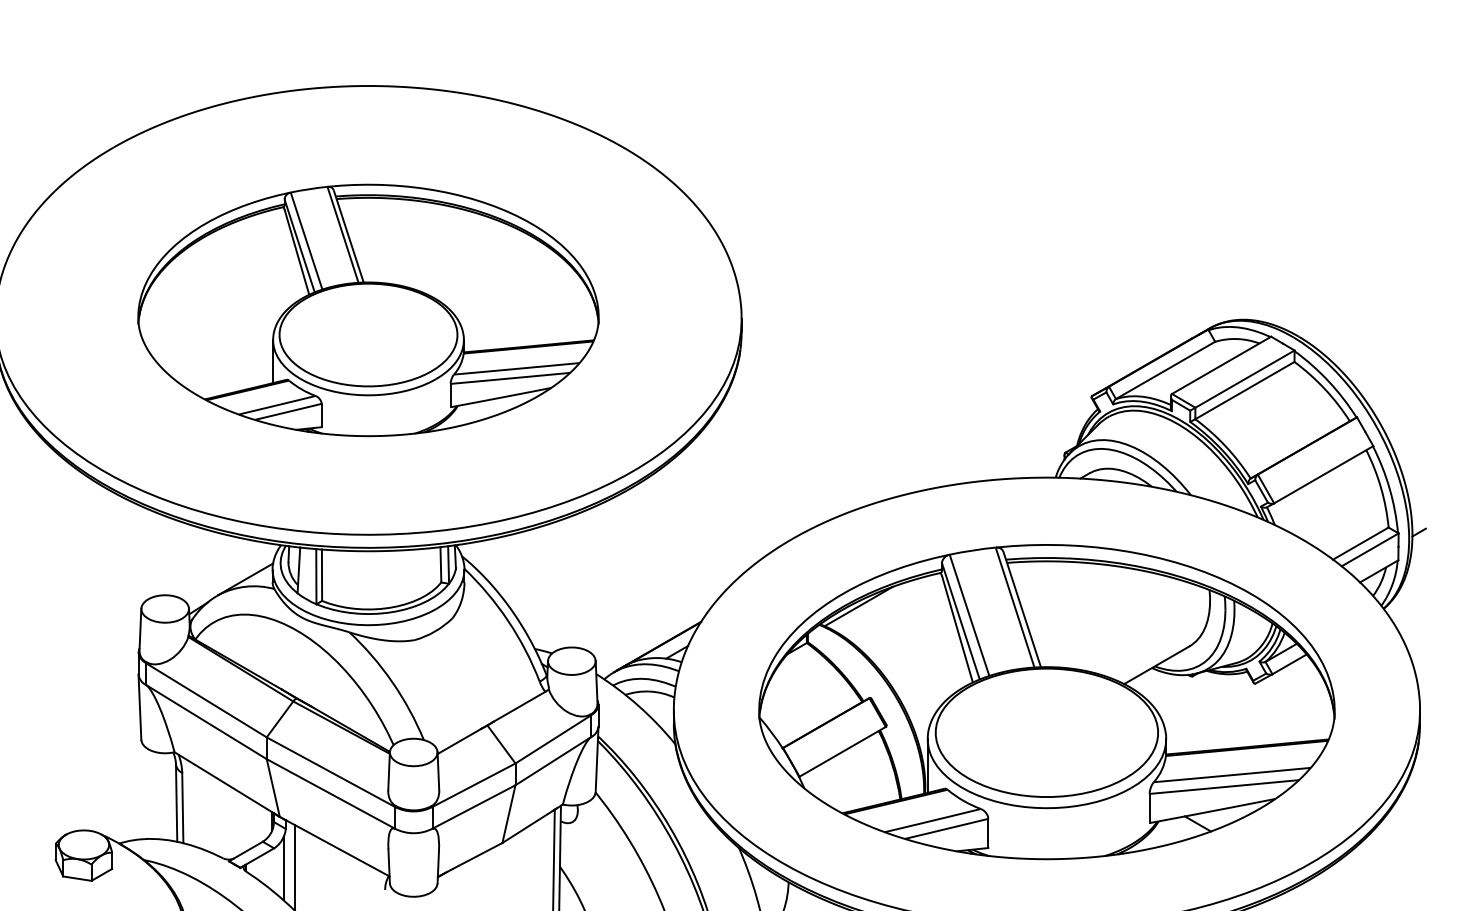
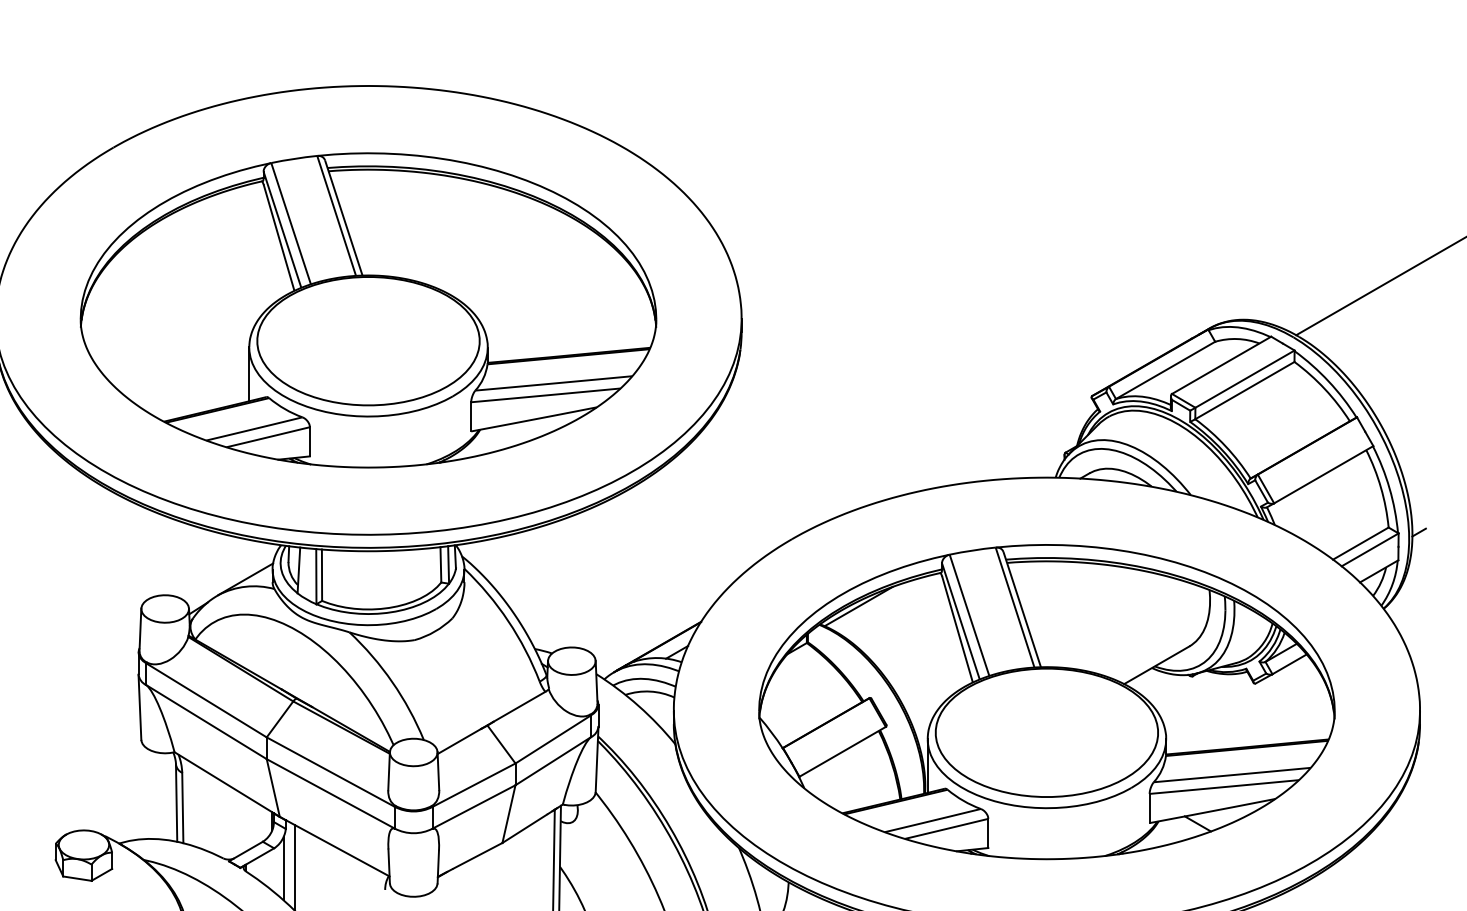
line at (1379, 286): none -> present
part at (368, 310) size: 463x255 px -> 579x317 px
